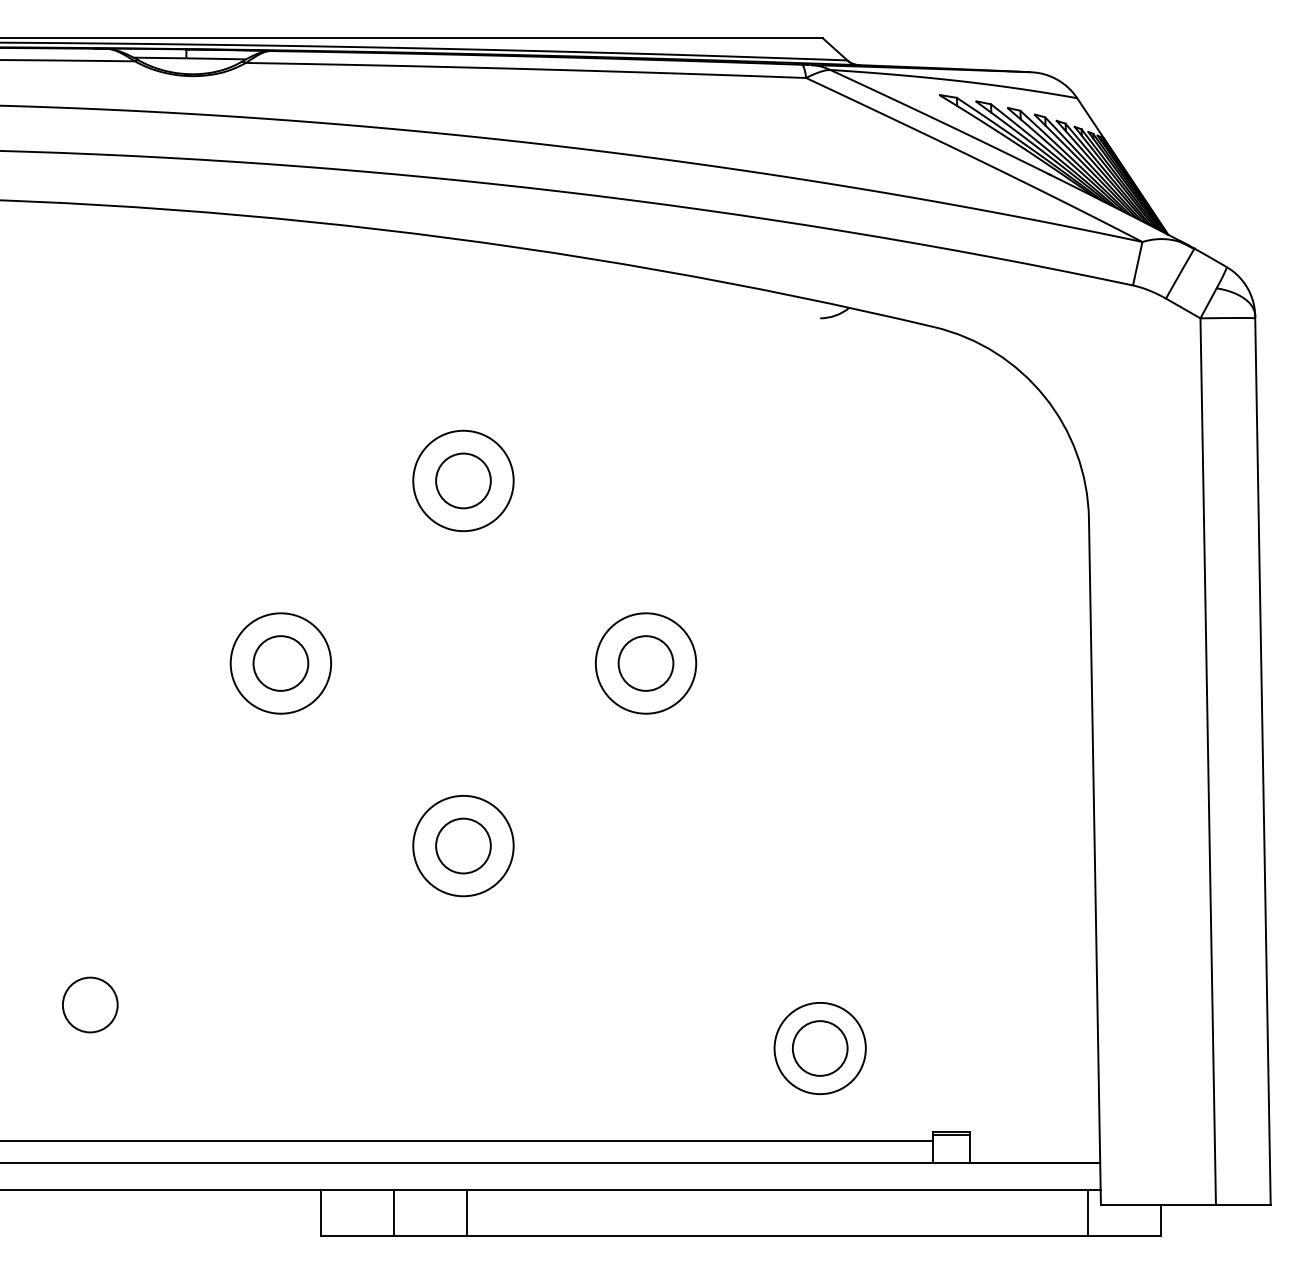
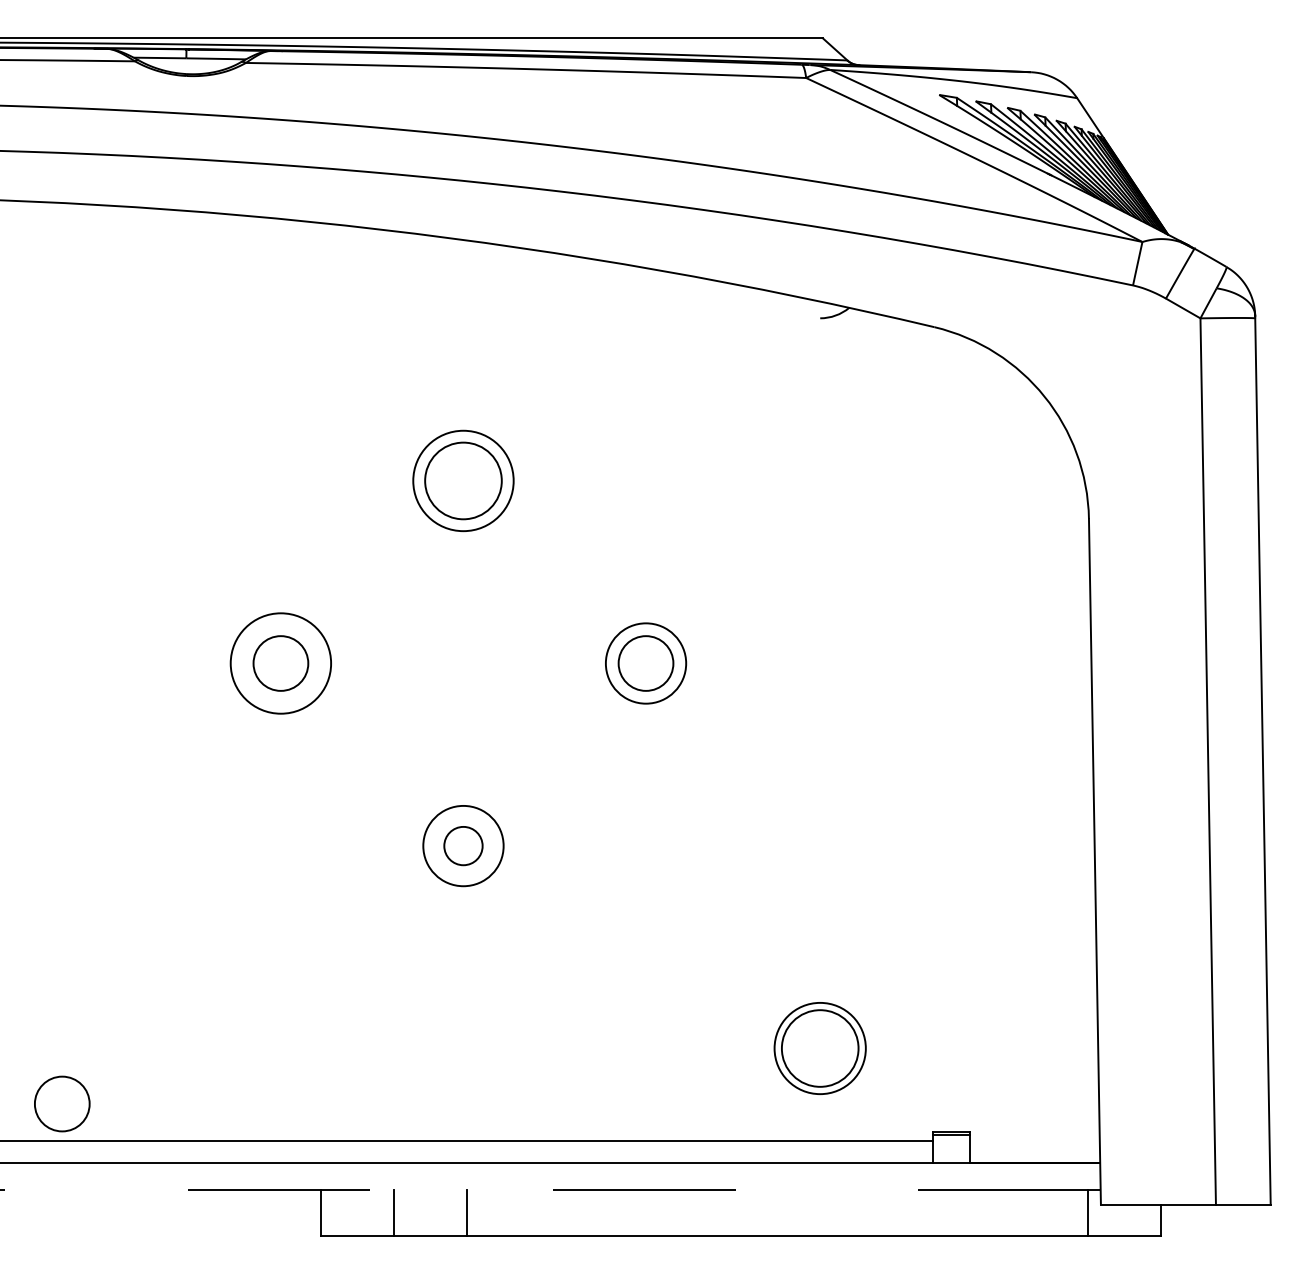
circle at (463, 480) diameter: 55 px -> 77 px
circle at (645, 663) diameter: 100 px -> 80 px
circle at (463, 845) diameter: 100 px -> 80 px
circle at (463, 845) diameter: 55 px -> 38 px
circle at (90, 1004) position: (90, 1004) -> (62, 1103)
circle at (819, 1048) diameter: 55 px -> 77 px
line at (550, 1189): solid -> dashed
